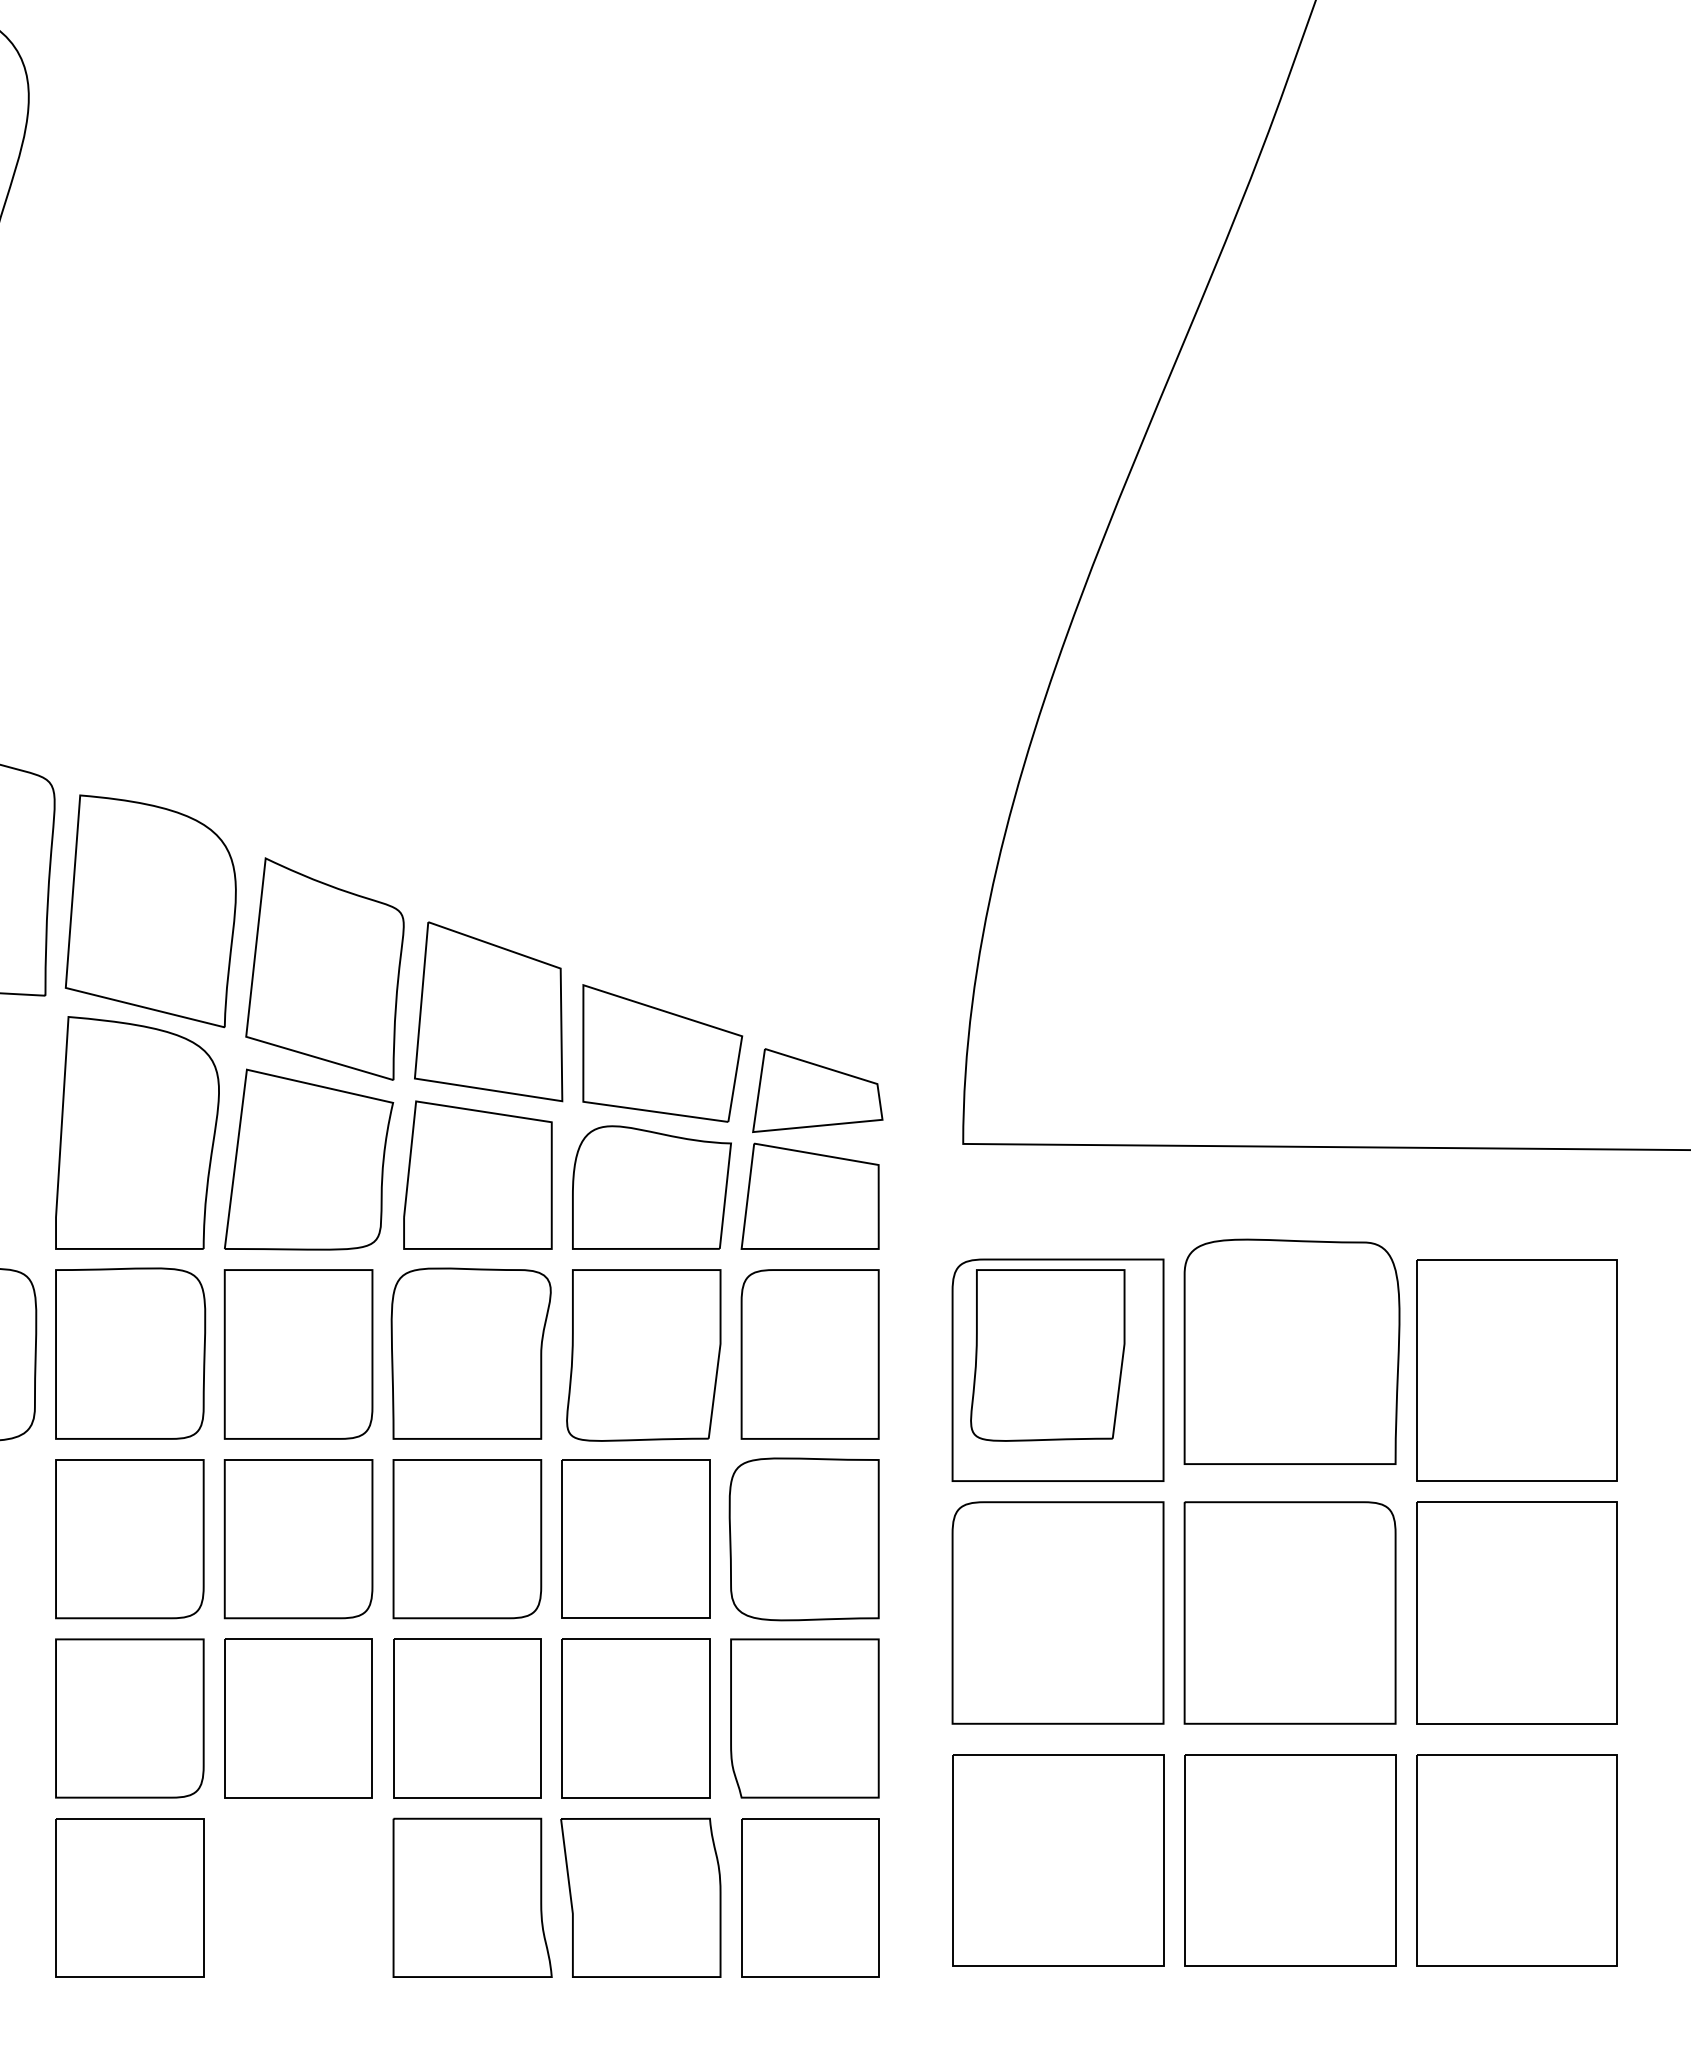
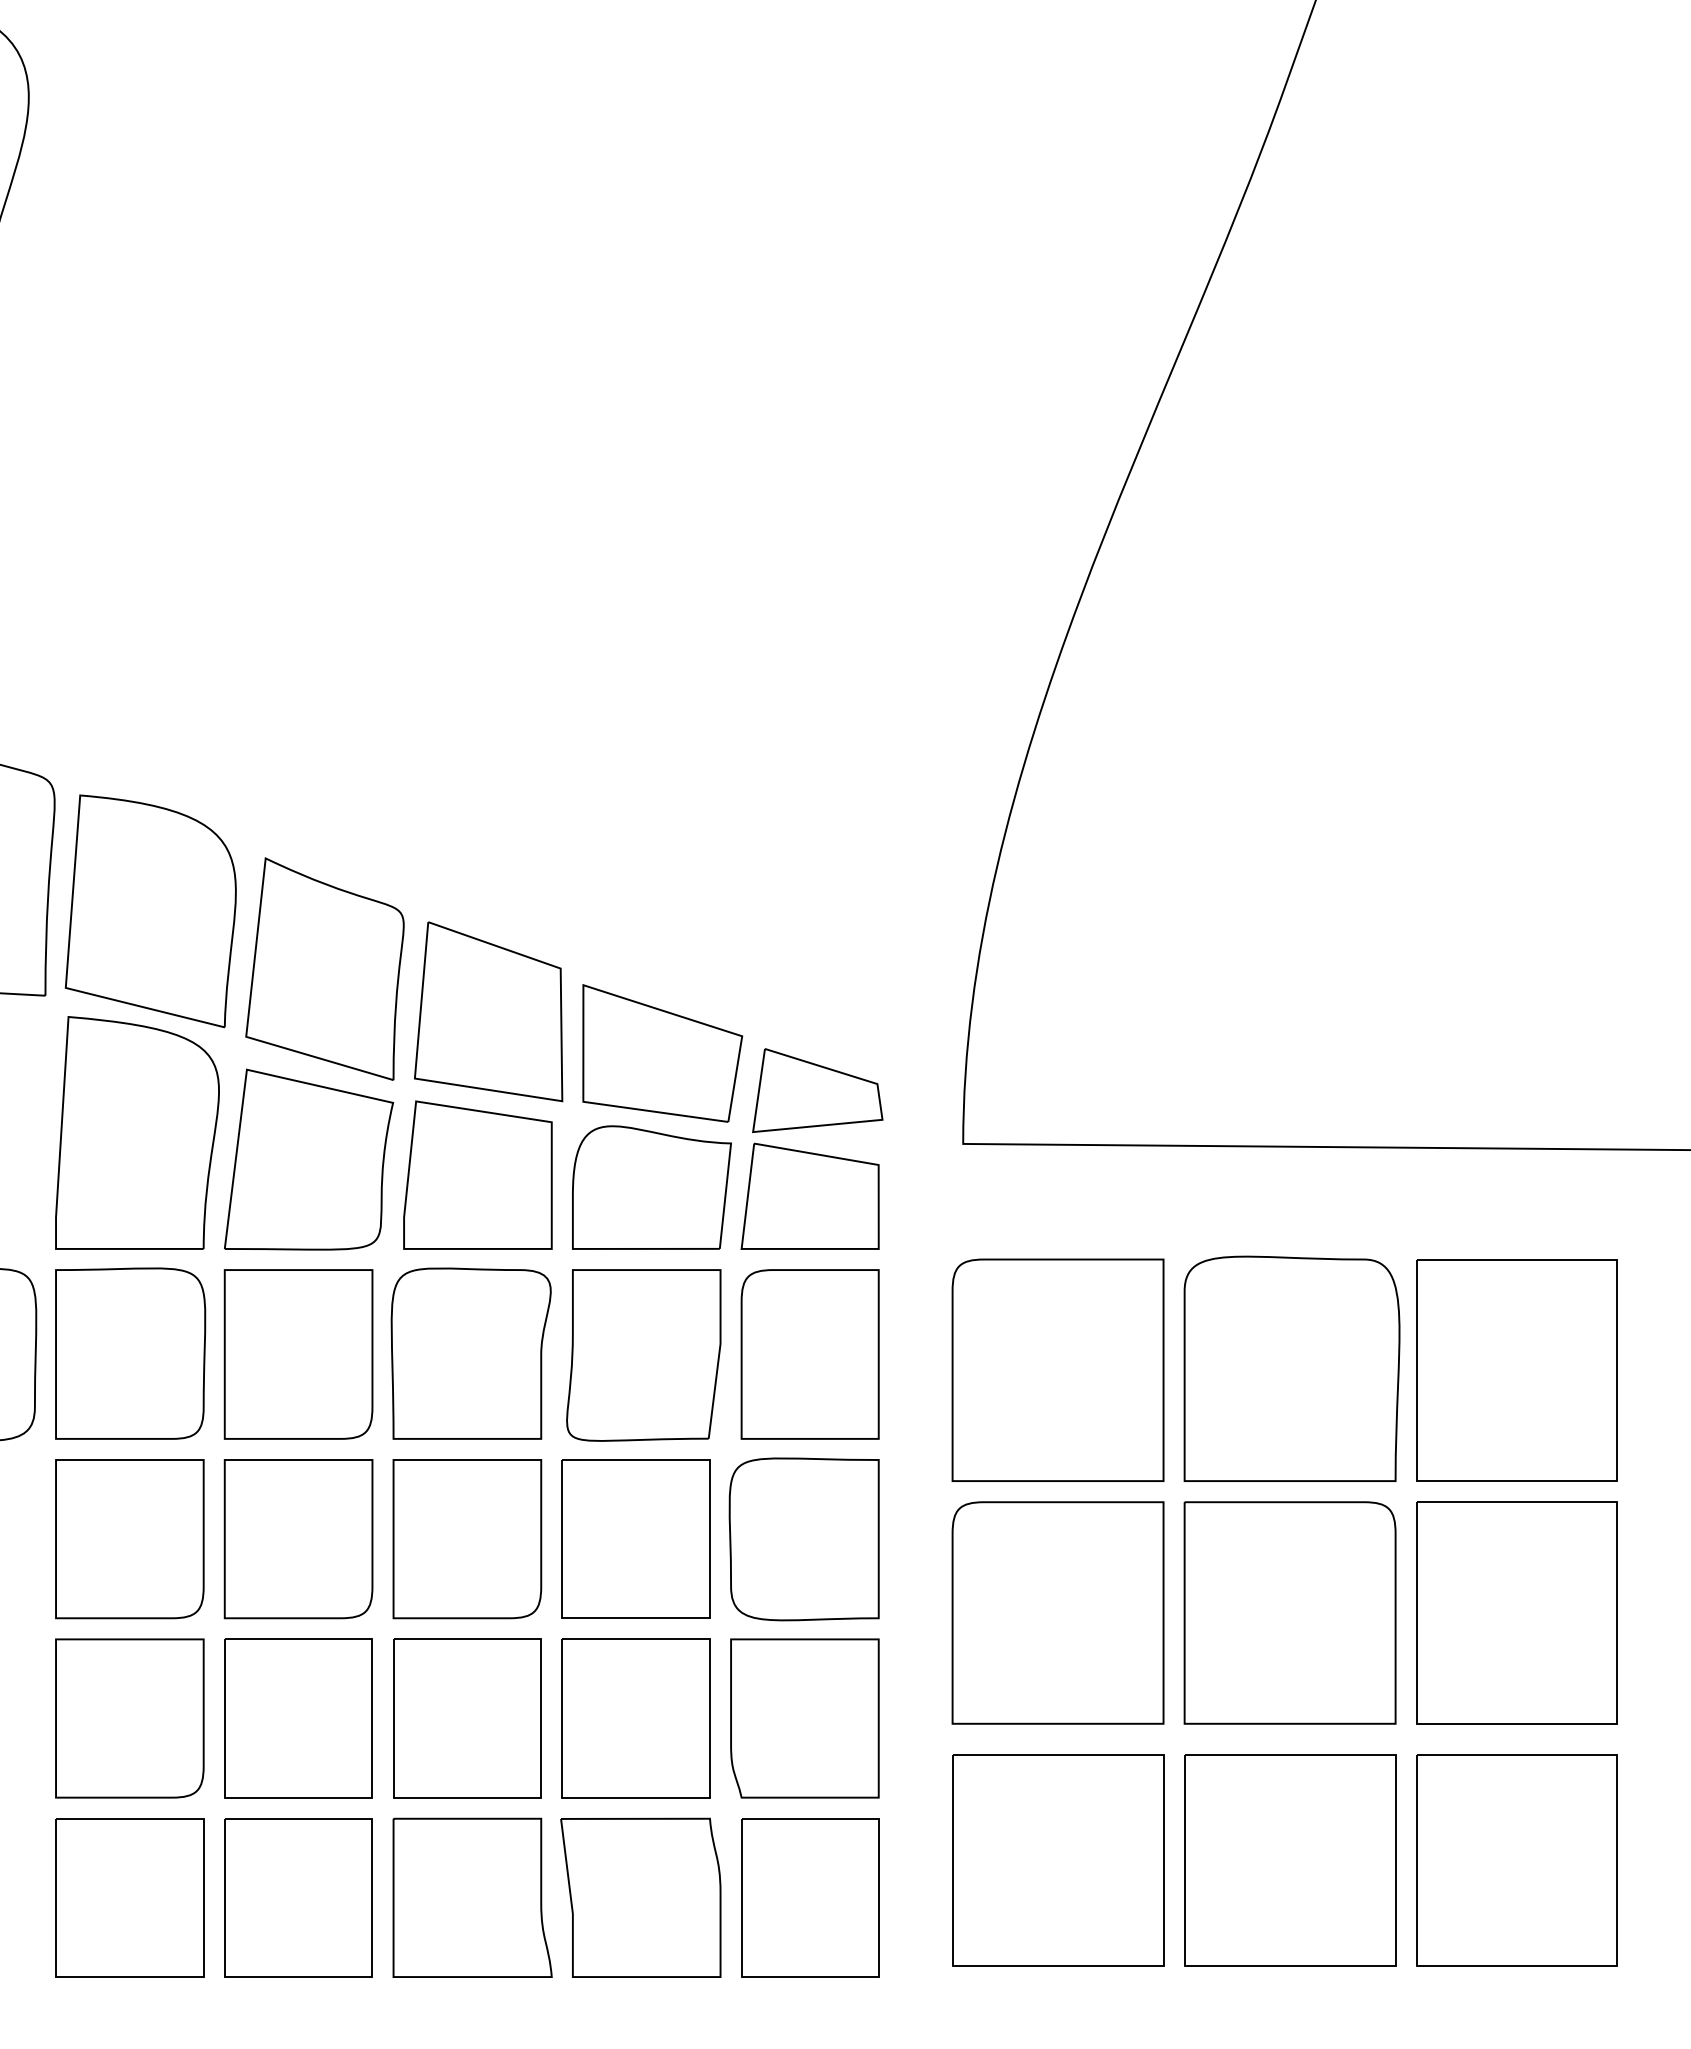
part at (1291, 1351) position: (1291, 1351) -> (1291, 1368)
part at (1047, 1355): present -> none
part at (298, 1897): none -> present
